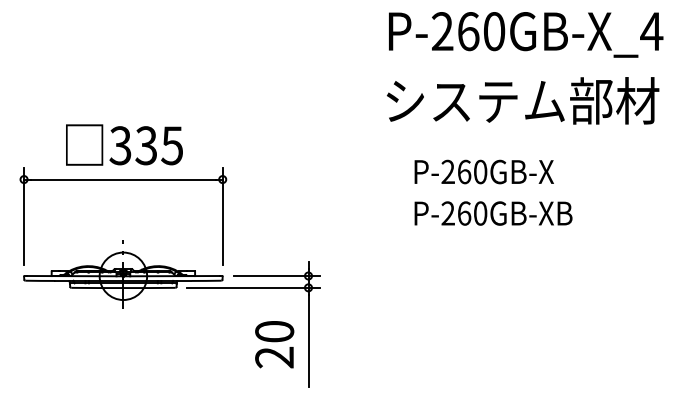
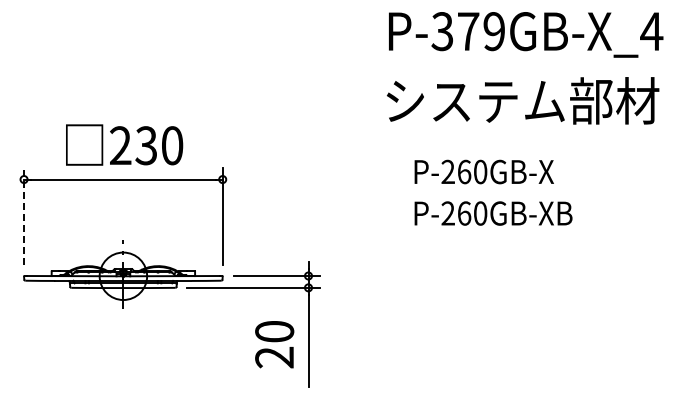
text at (468, 31): P-260GB-X_4 -> P-379GB-X_4
text at (146, 145): 335 -> 230
line at (24, 216): solid -> dashed
